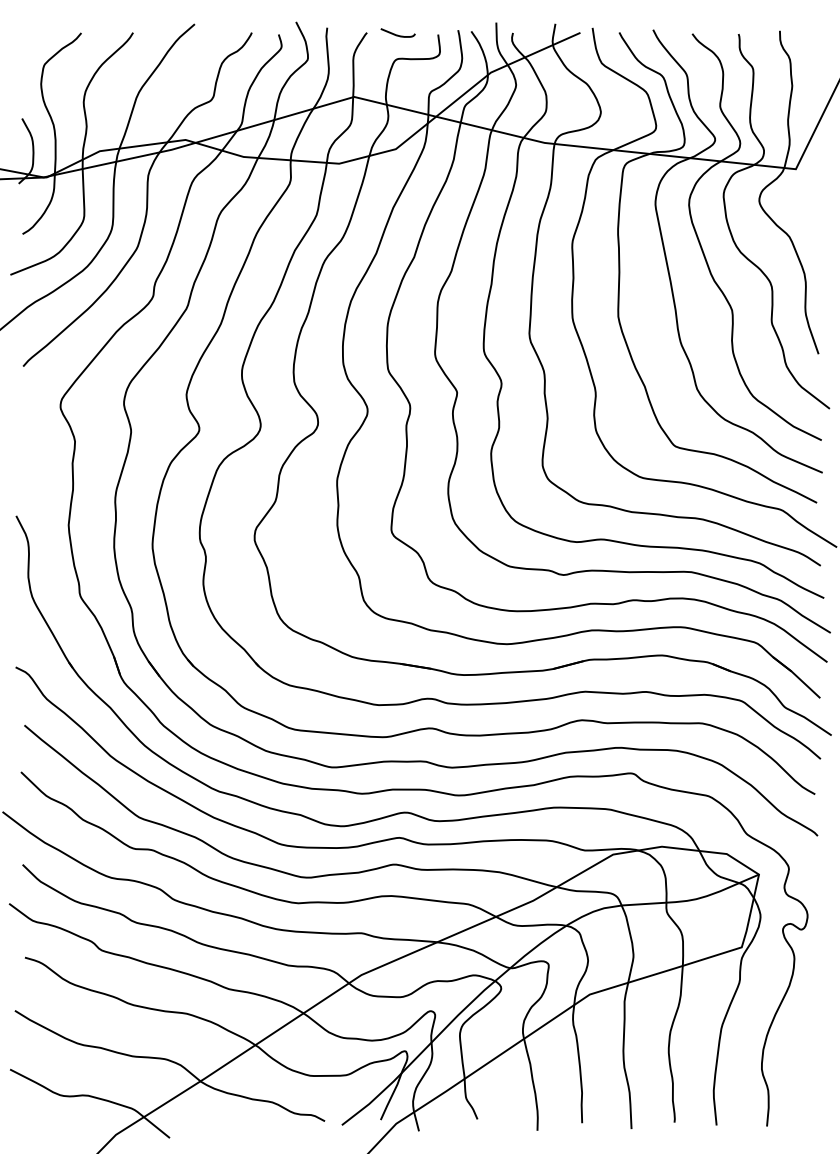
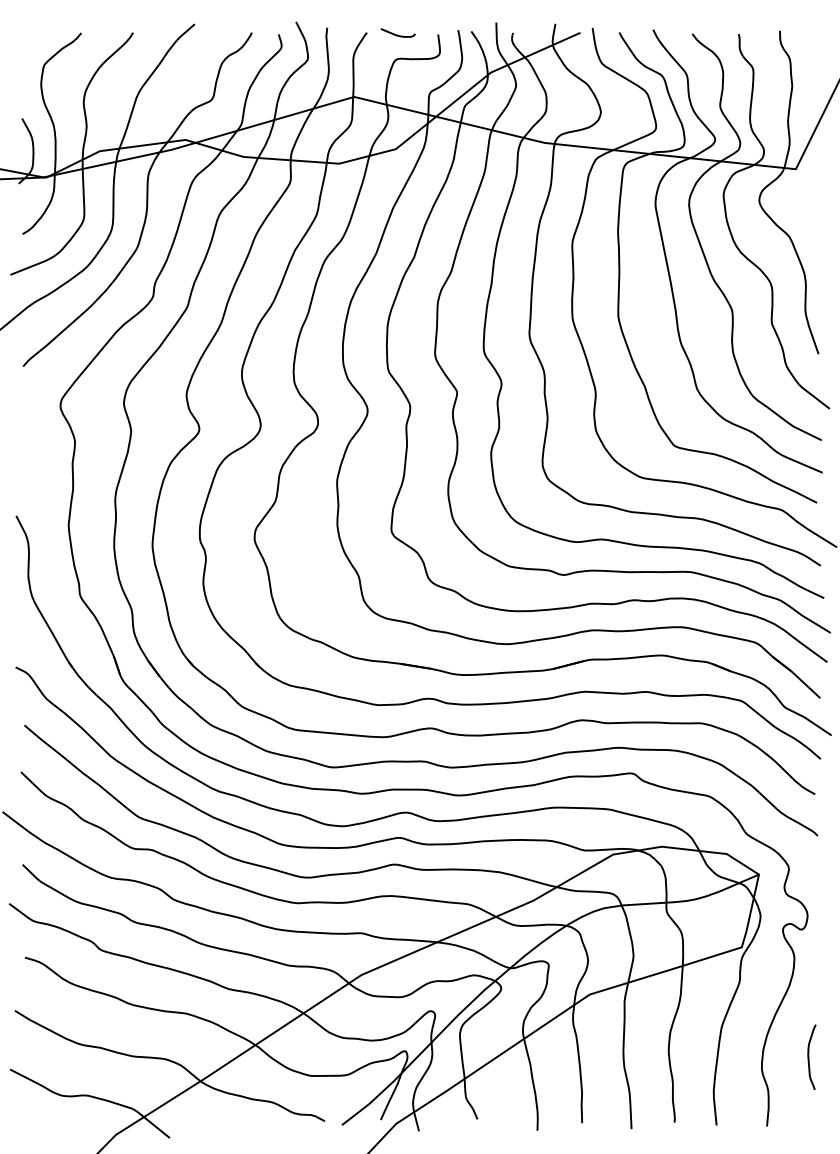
curve at (809, 1057): none -> present
